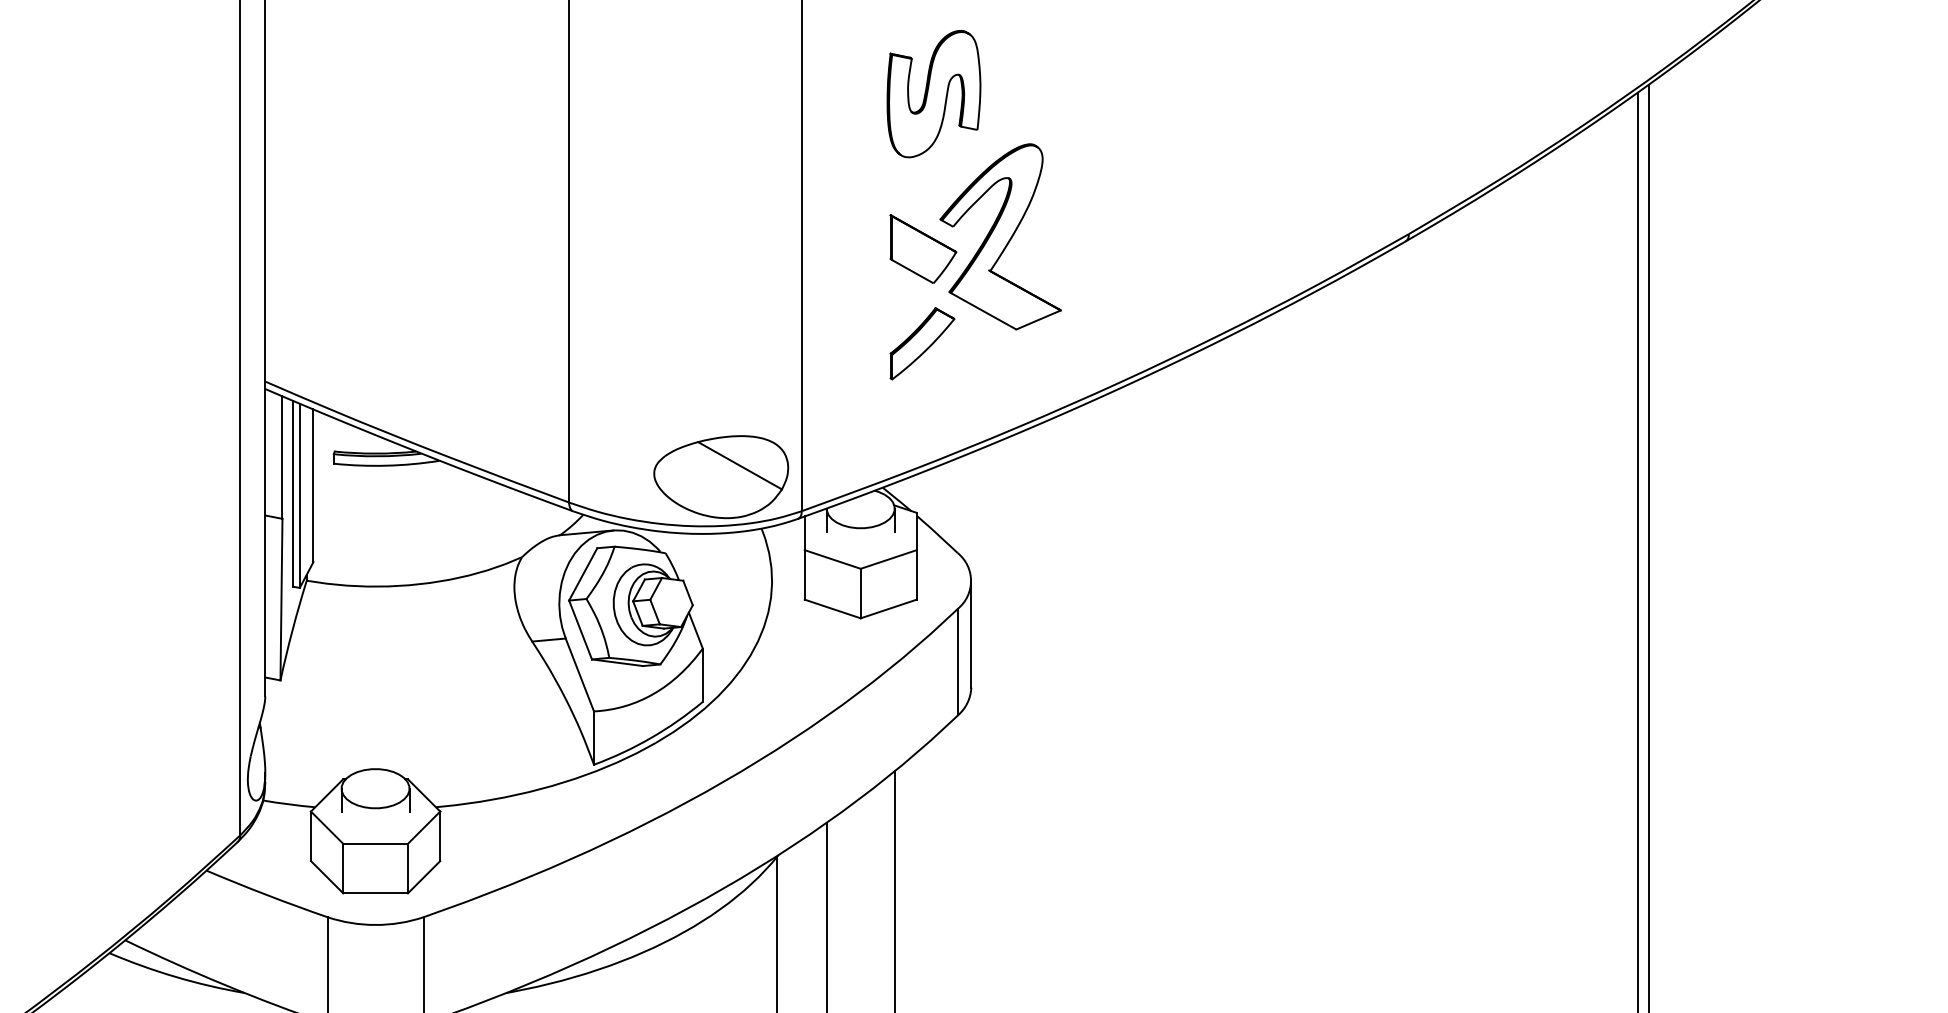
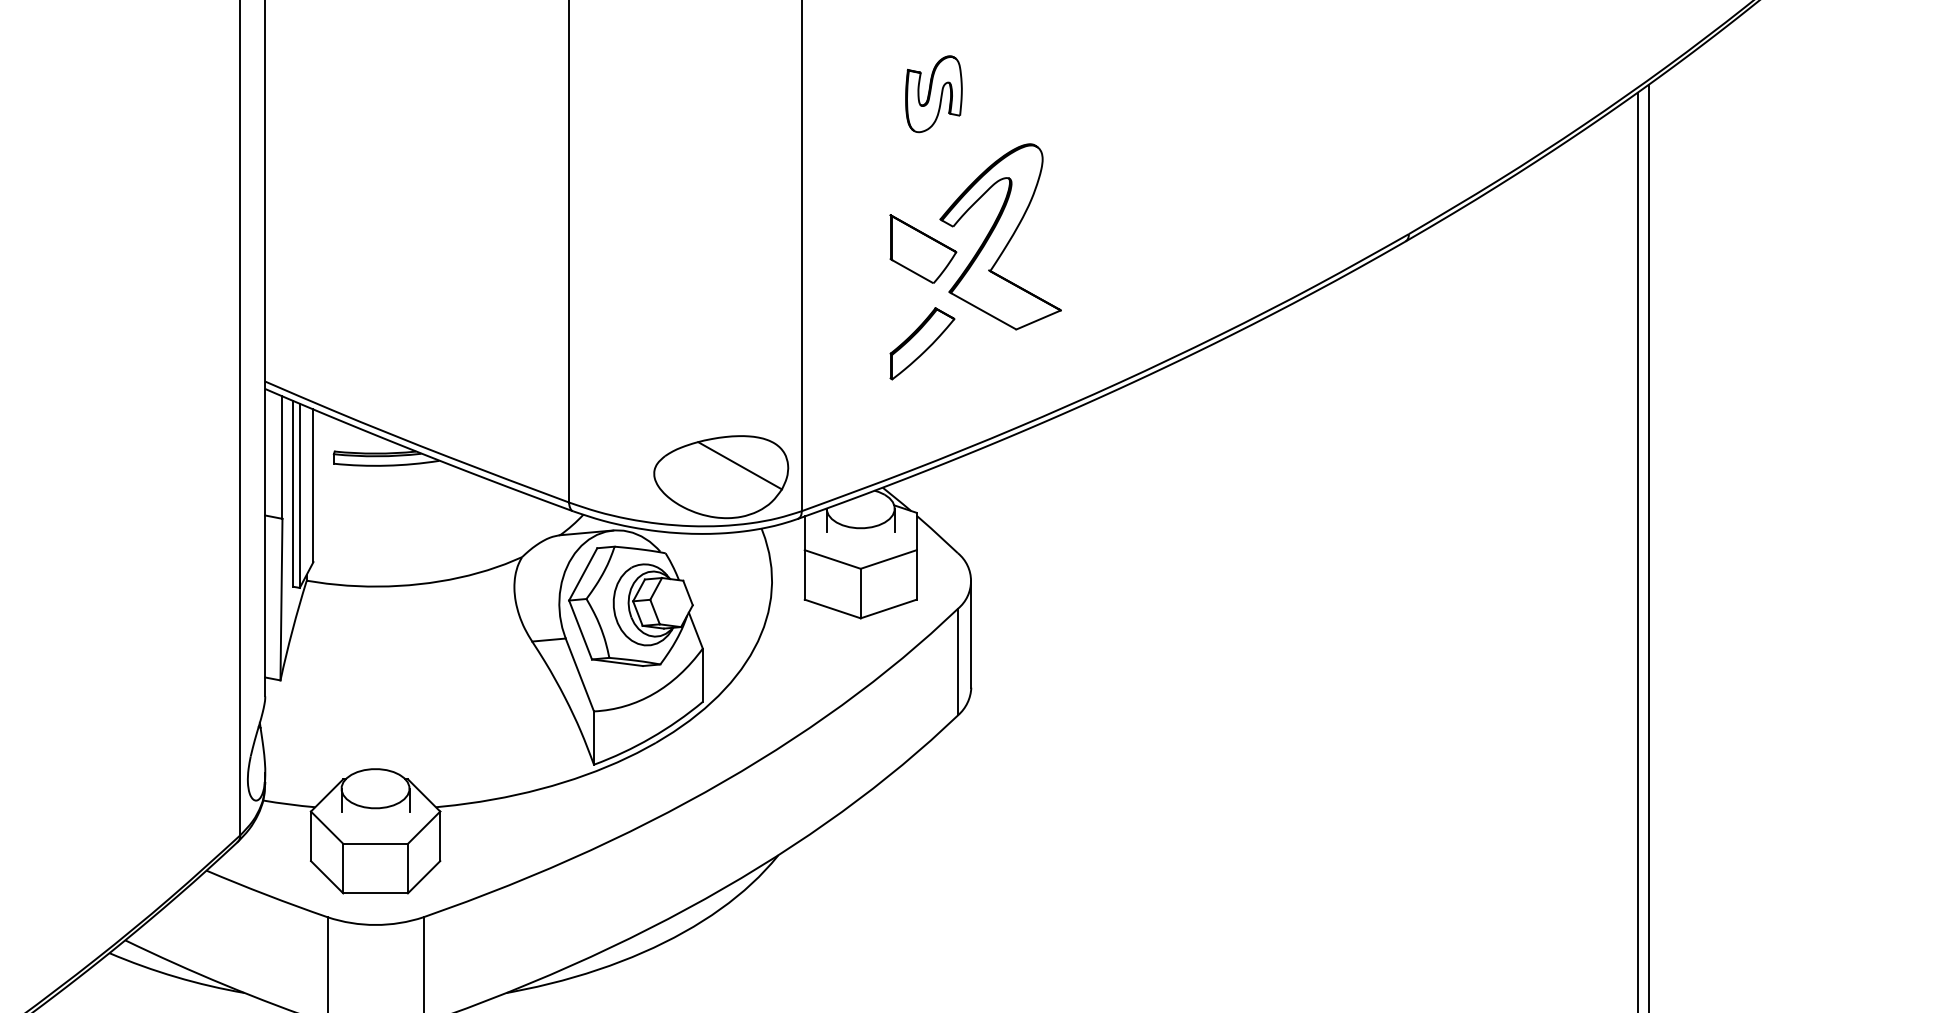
part at (933, 94) size: 96x129 px -> 58x79 px
line at (894, 890): present -> none
line at (826, 915): present -> none
line at (776, 933): present -> none
